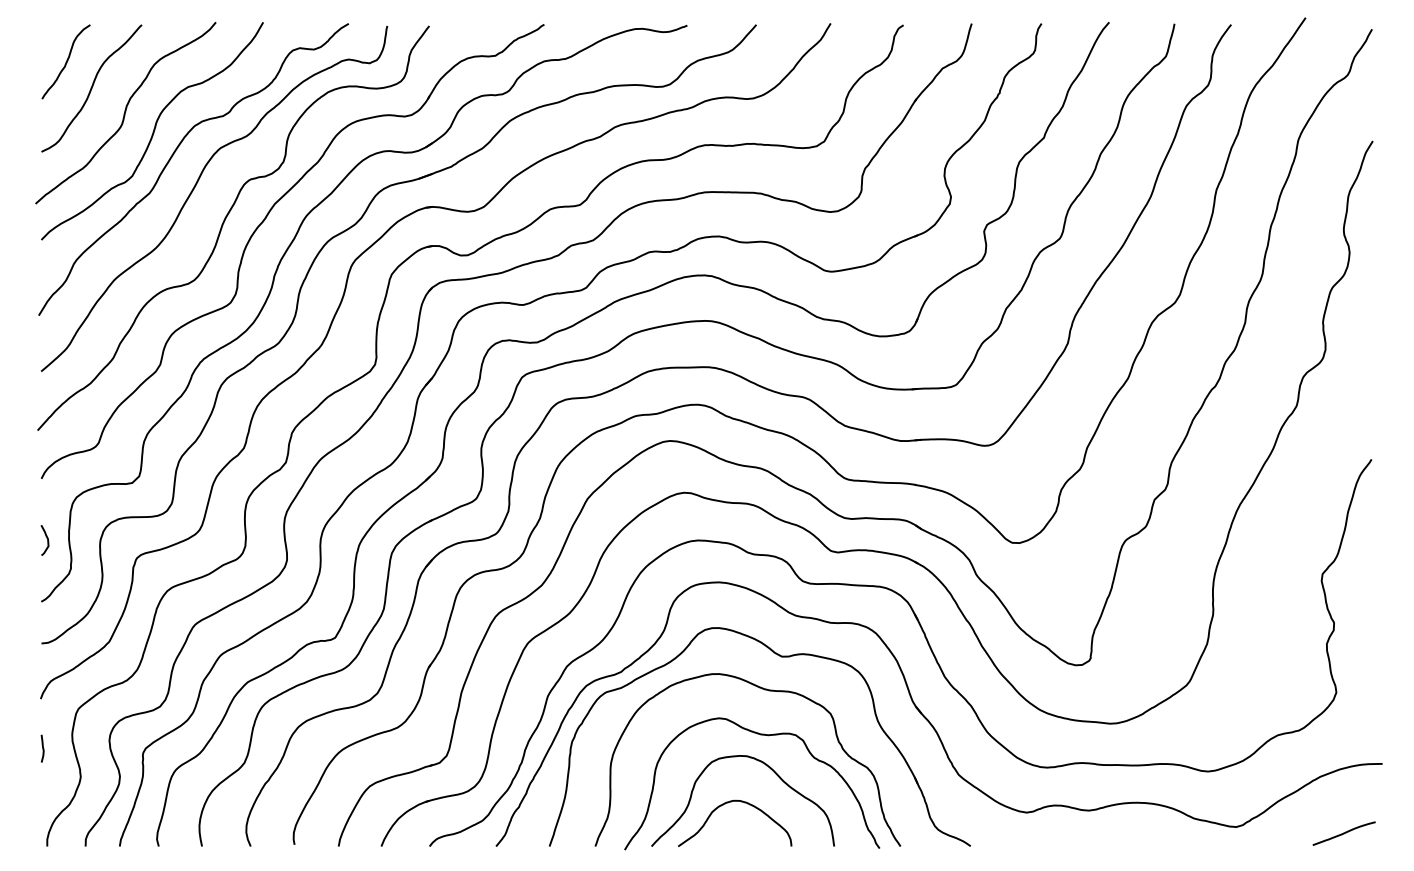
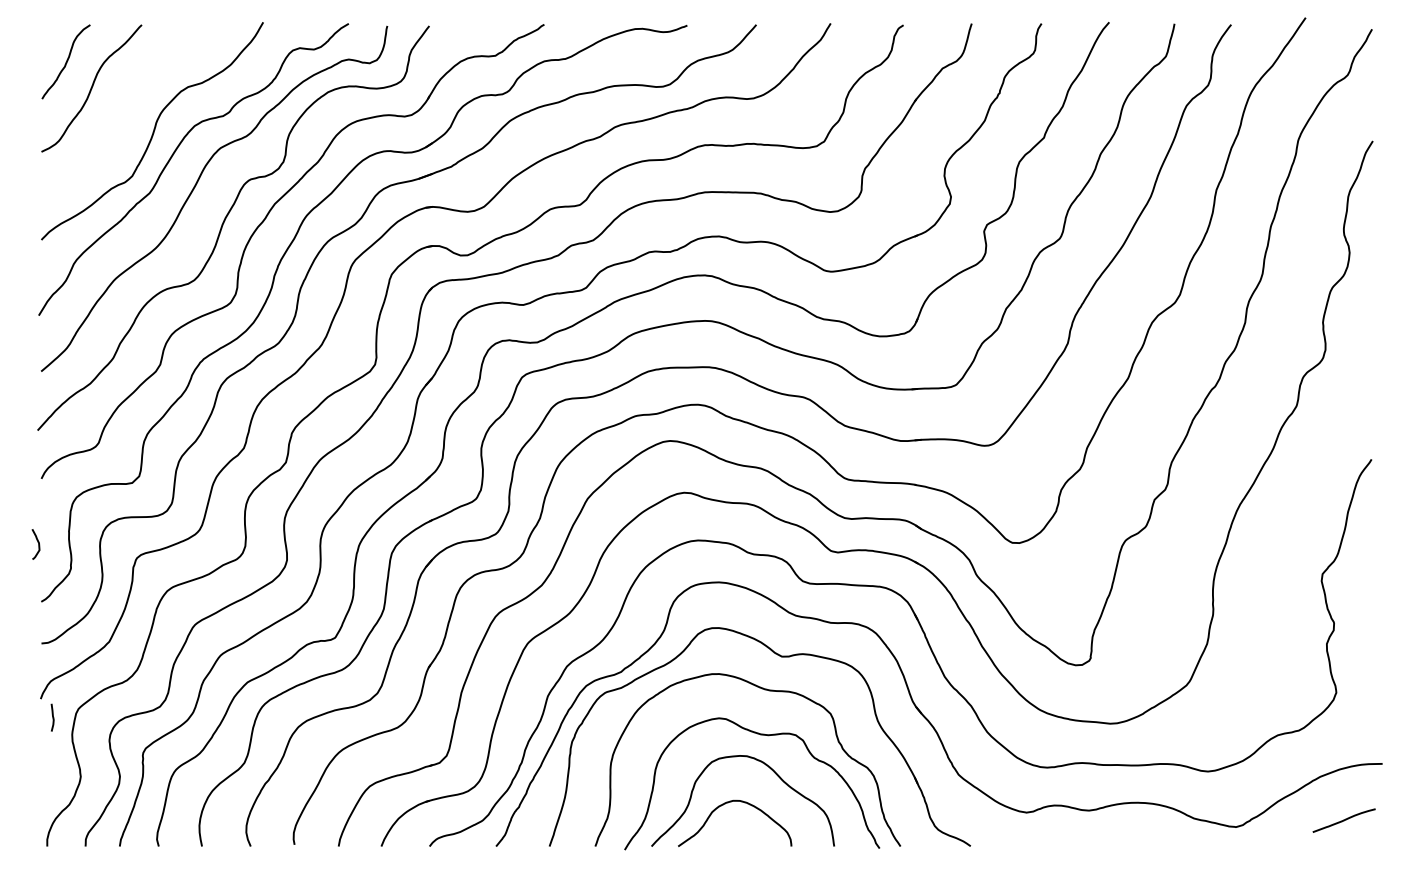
curve at (125, 113): present -> none
curve at (46, 538) position: (46, 538) -> (37, 542)
curve at (42, 748) position: (42, 748) -> (52, 717)
curve at (1343, 833) position: (1343, 833) -> (1343, 820)
